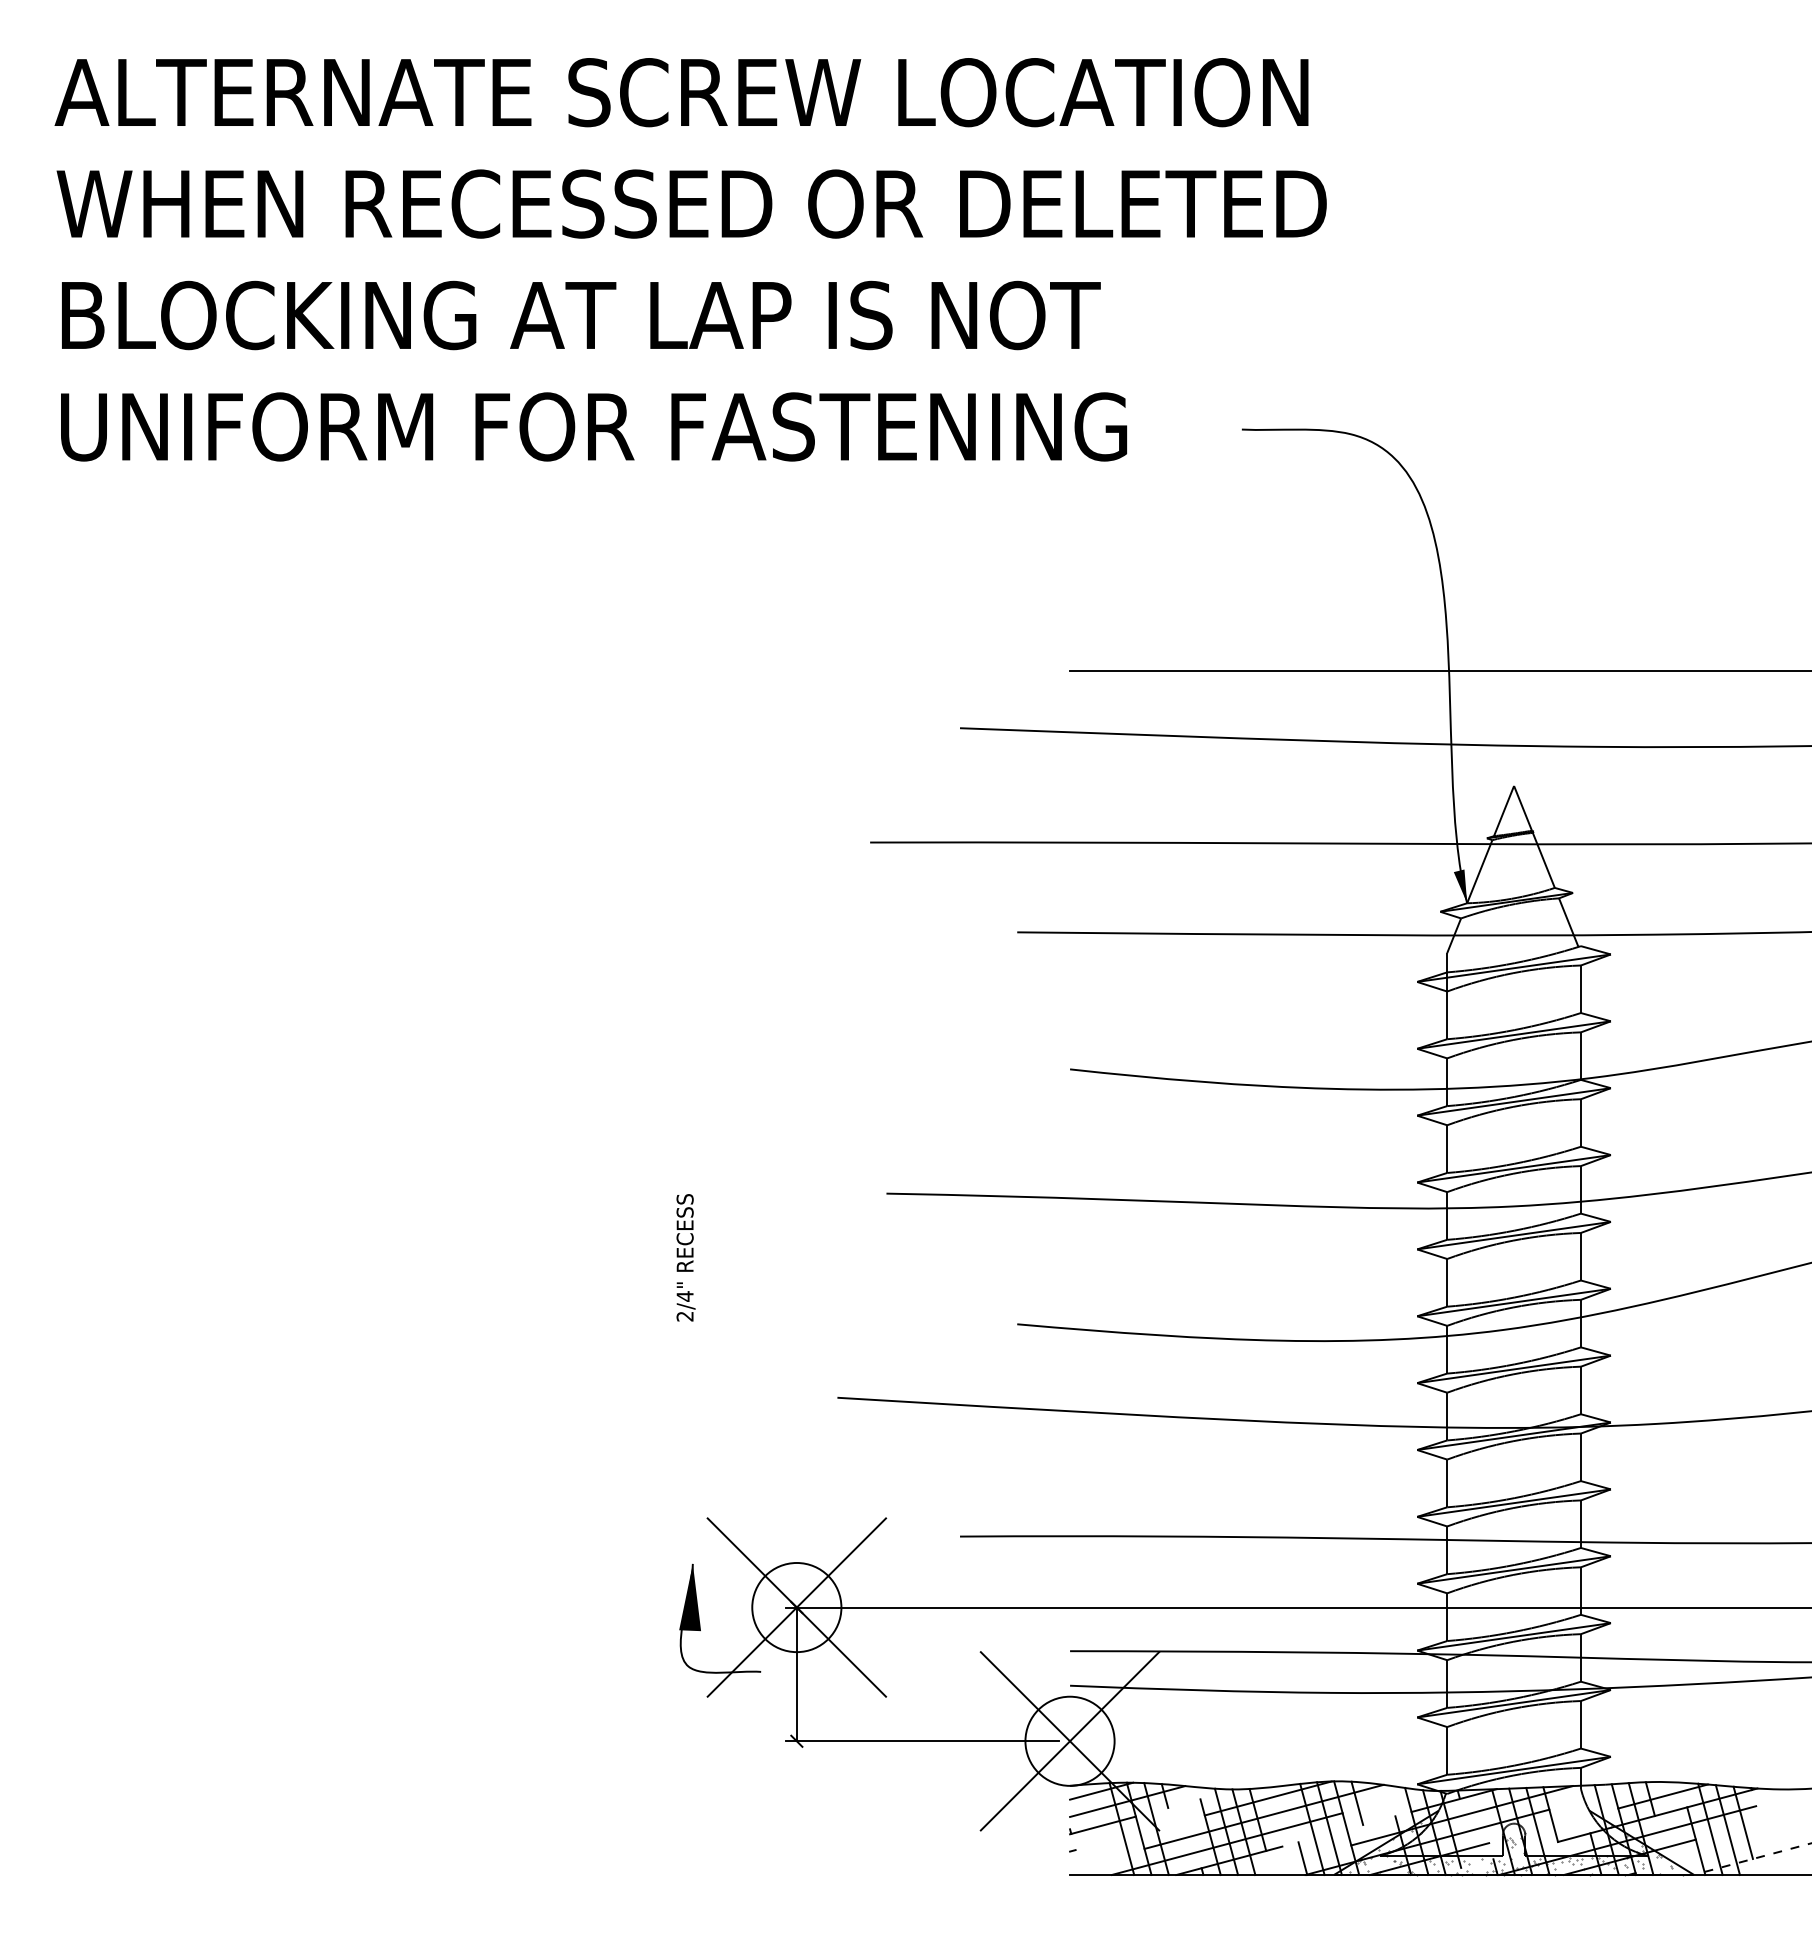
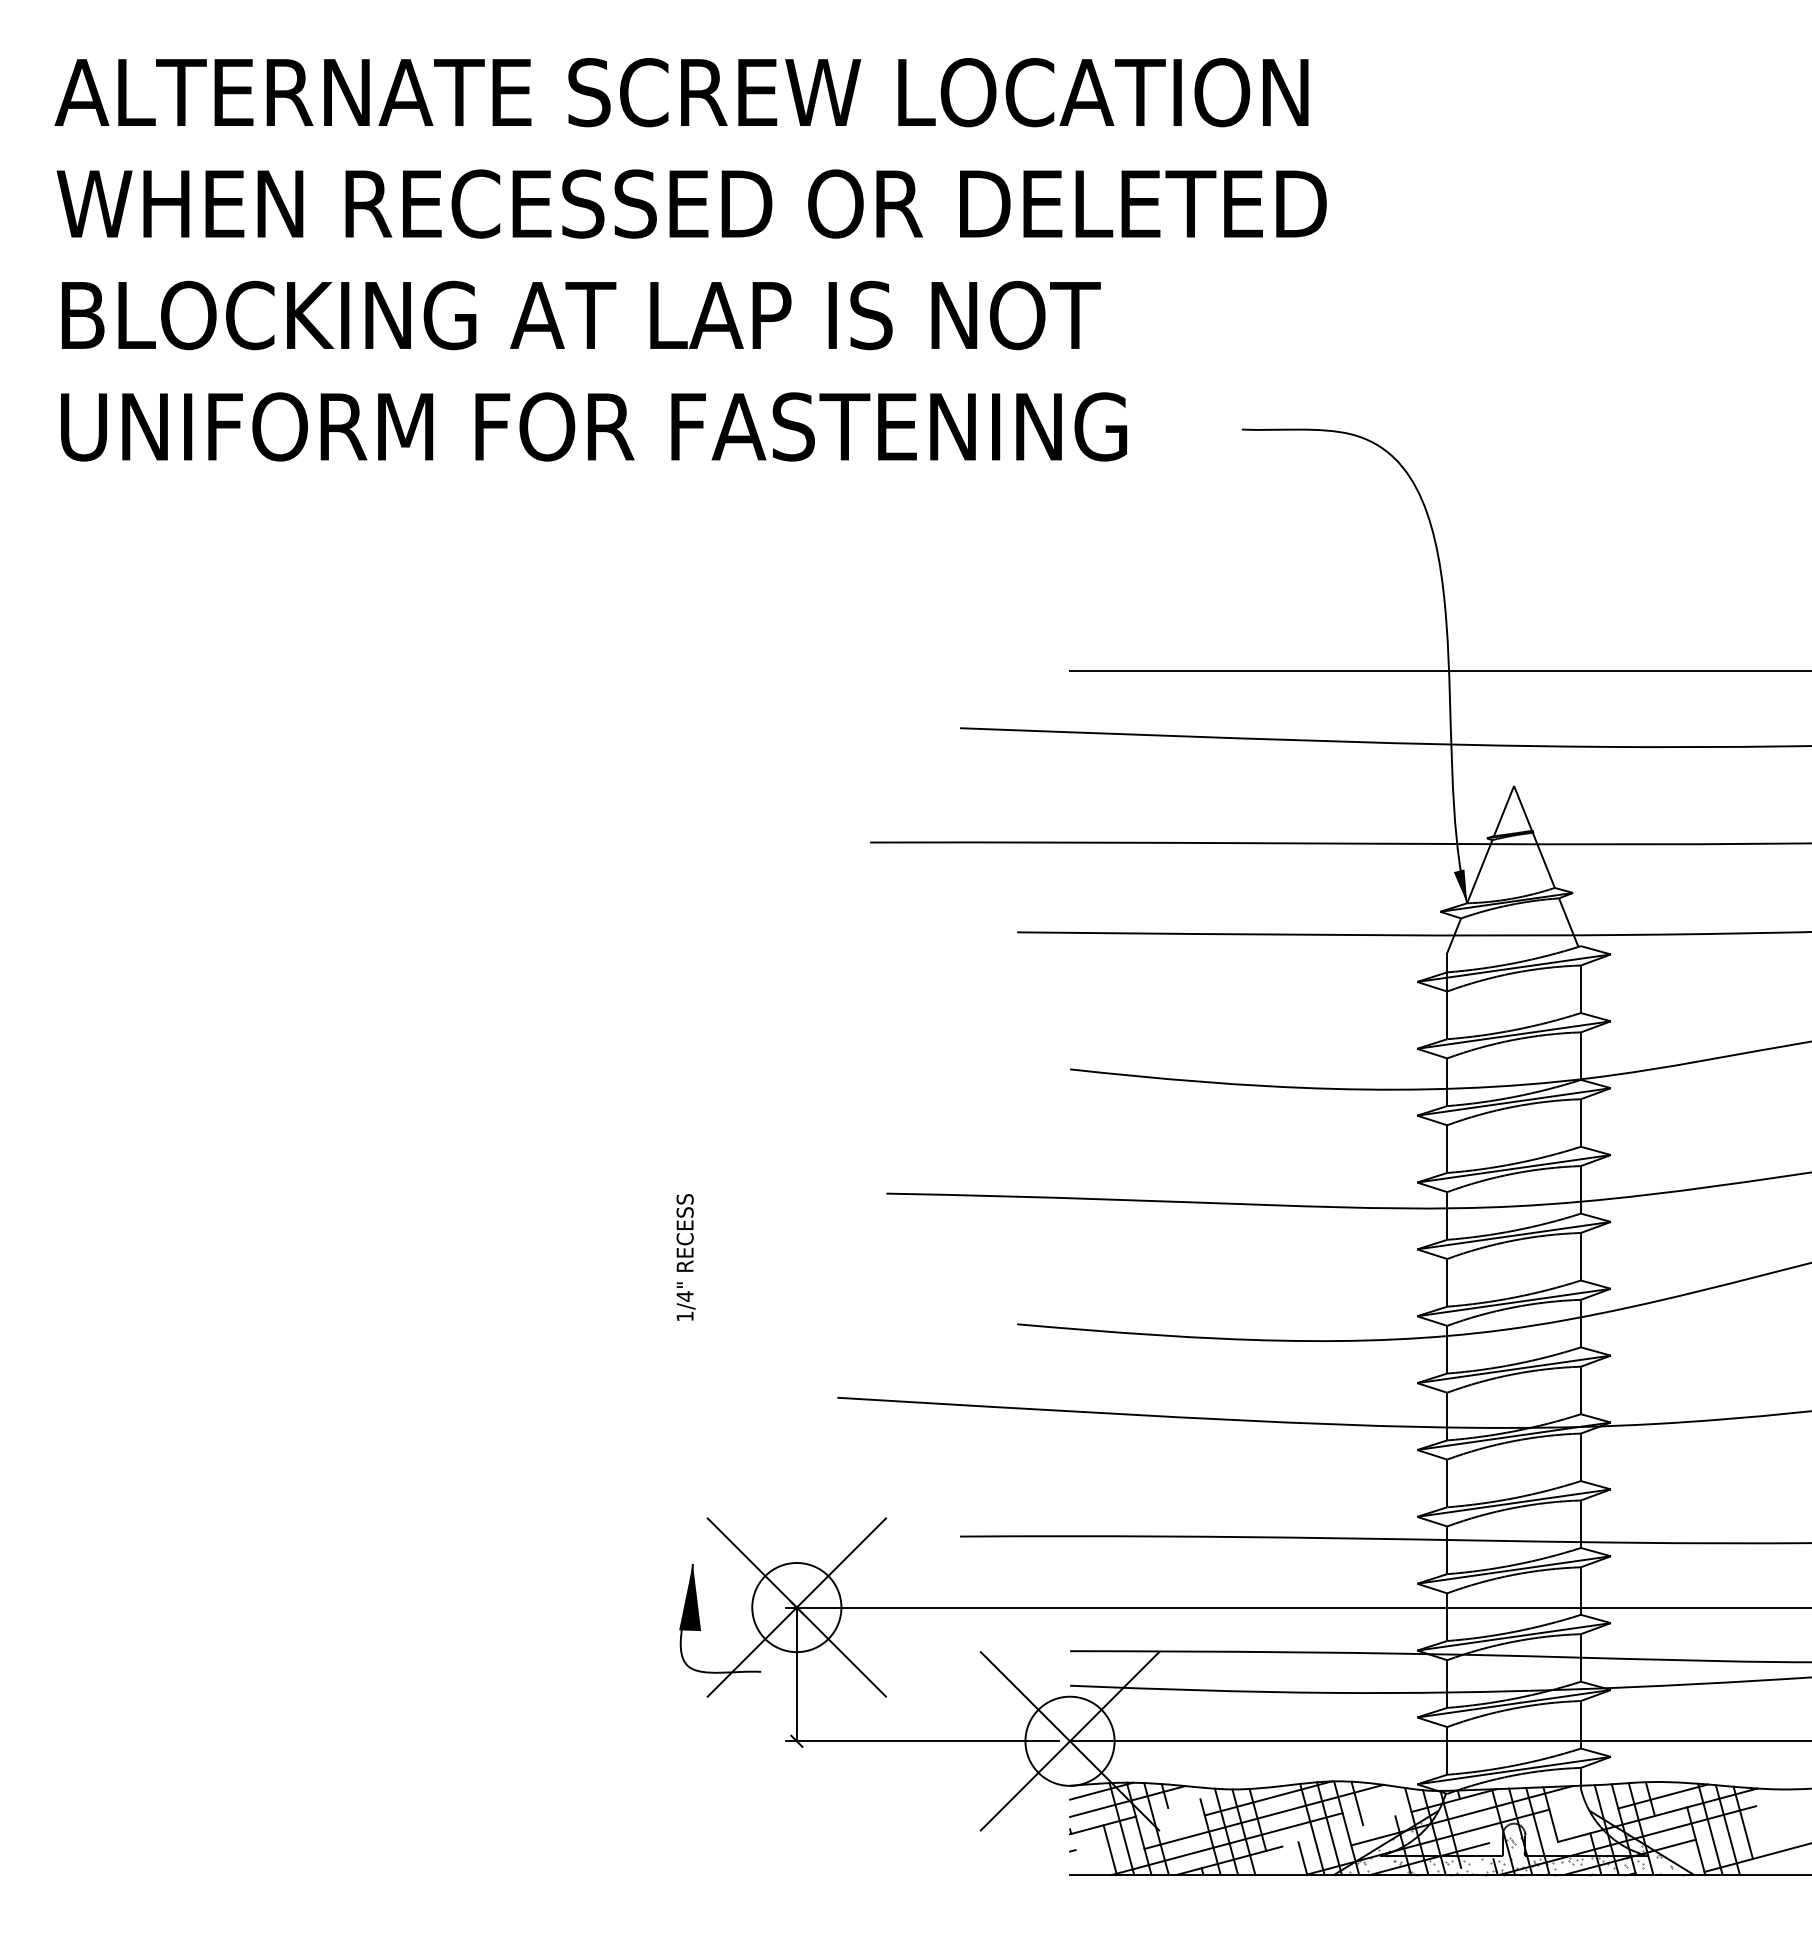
text at (684, 1316): 2/4" -> 1/4"
line at (1439, 1741): none -> present
line at (1109, 1850): none -> present
line at (1758, 1857): dashed -> solid
